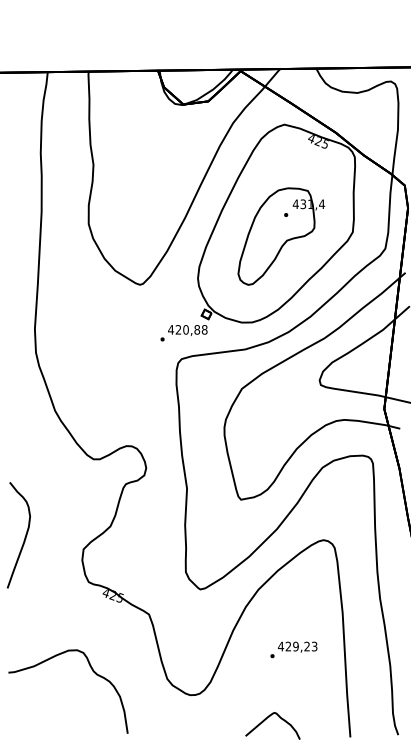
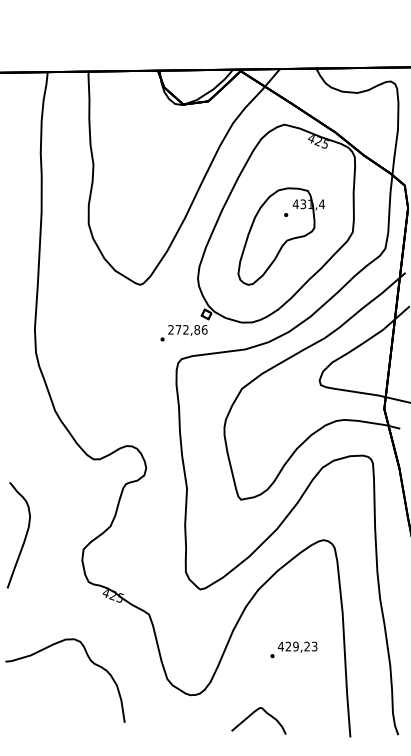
text at (187, 329): 420,88 -> 272,86
curve at (92, 671) position: (92, 671) -> (89, 660)
curve at (266, 719) position: (266, 719) -> (252, 714)
